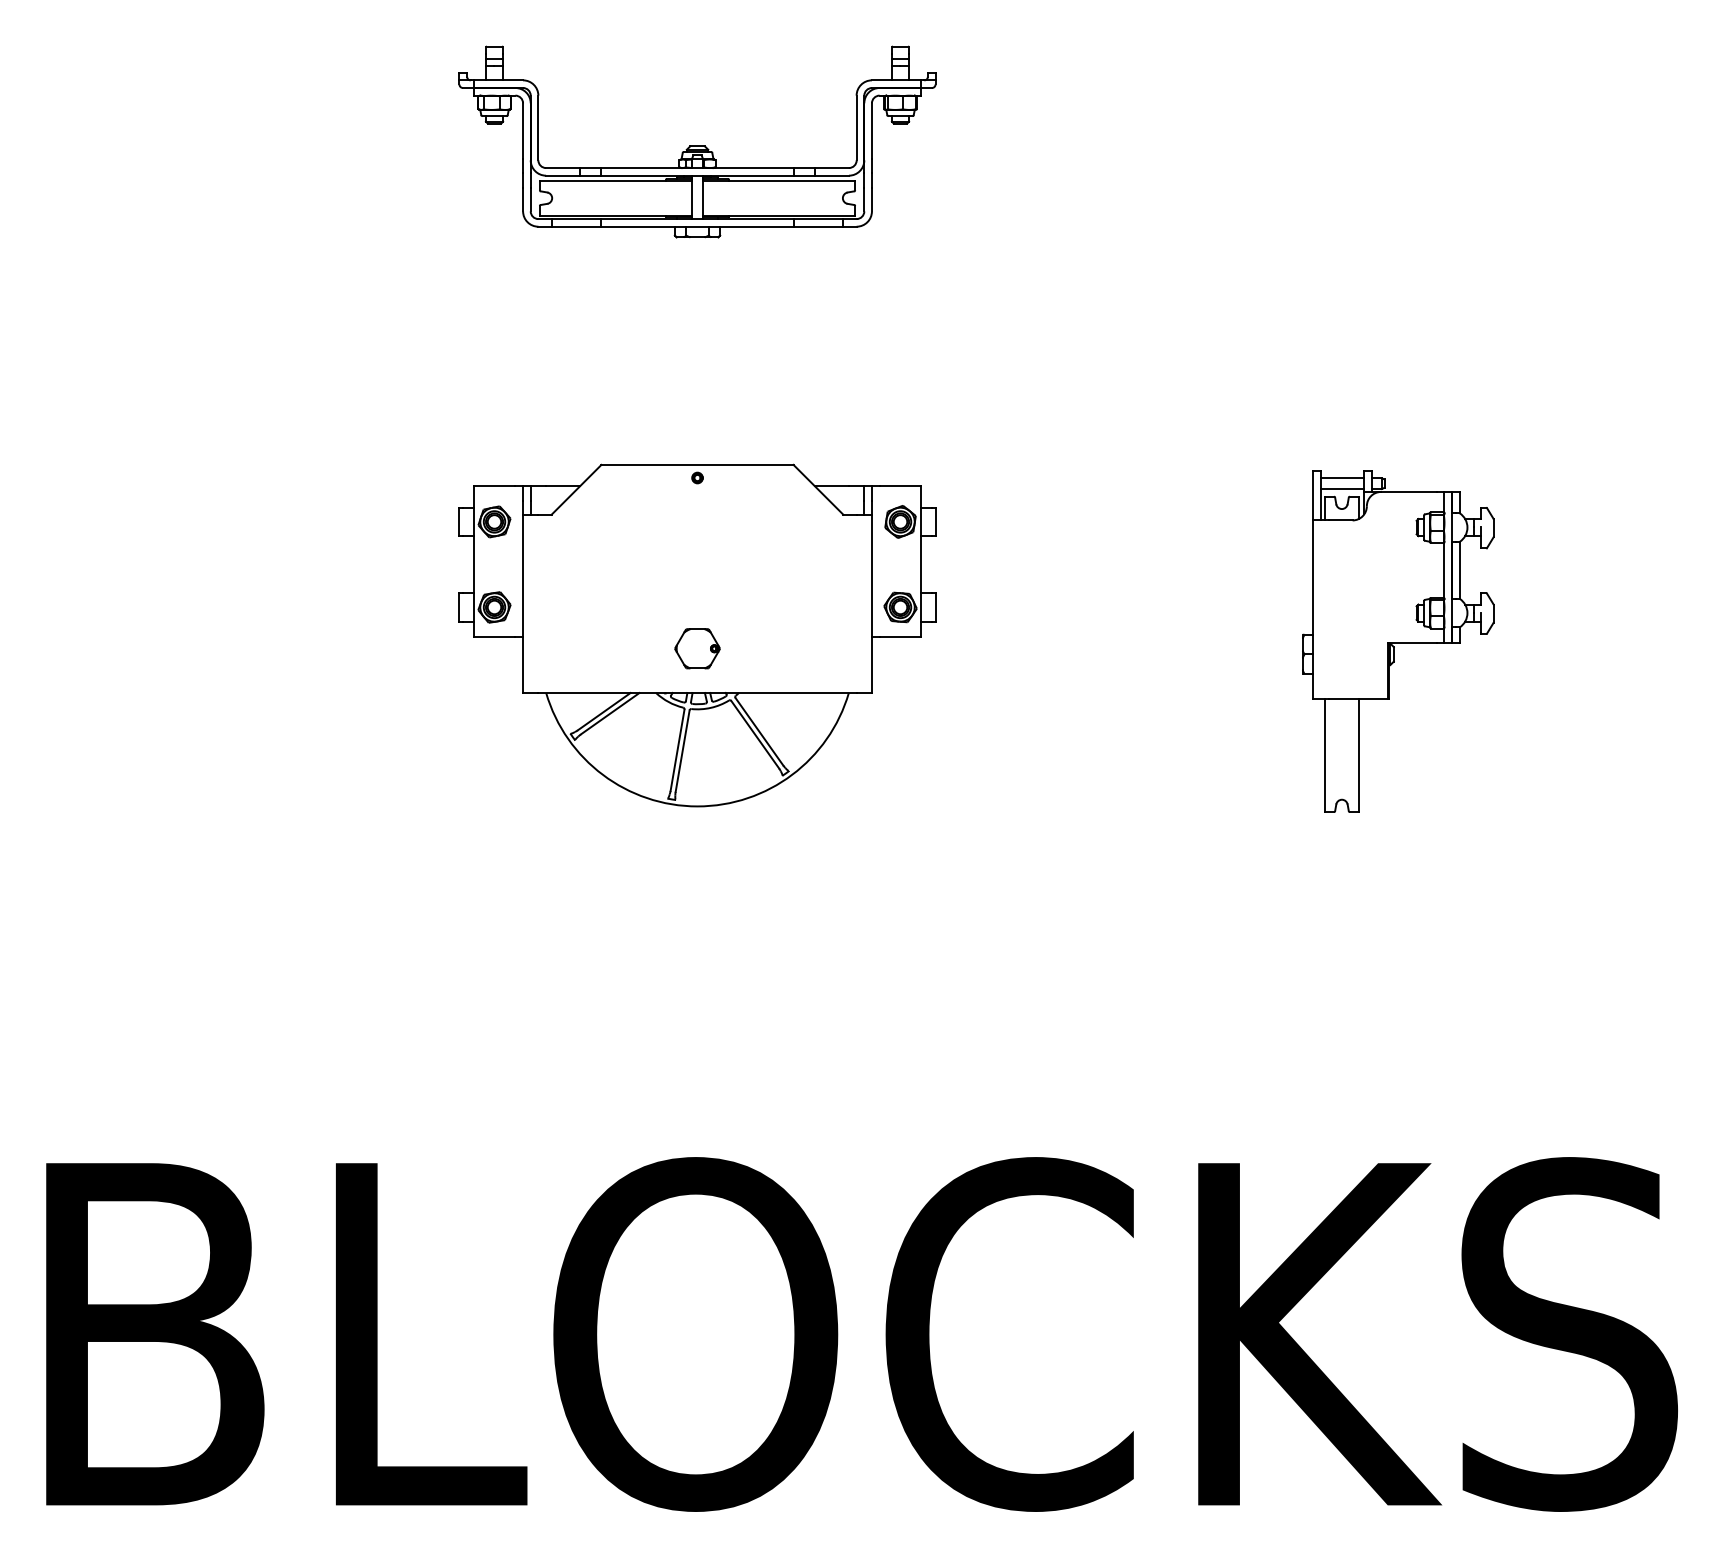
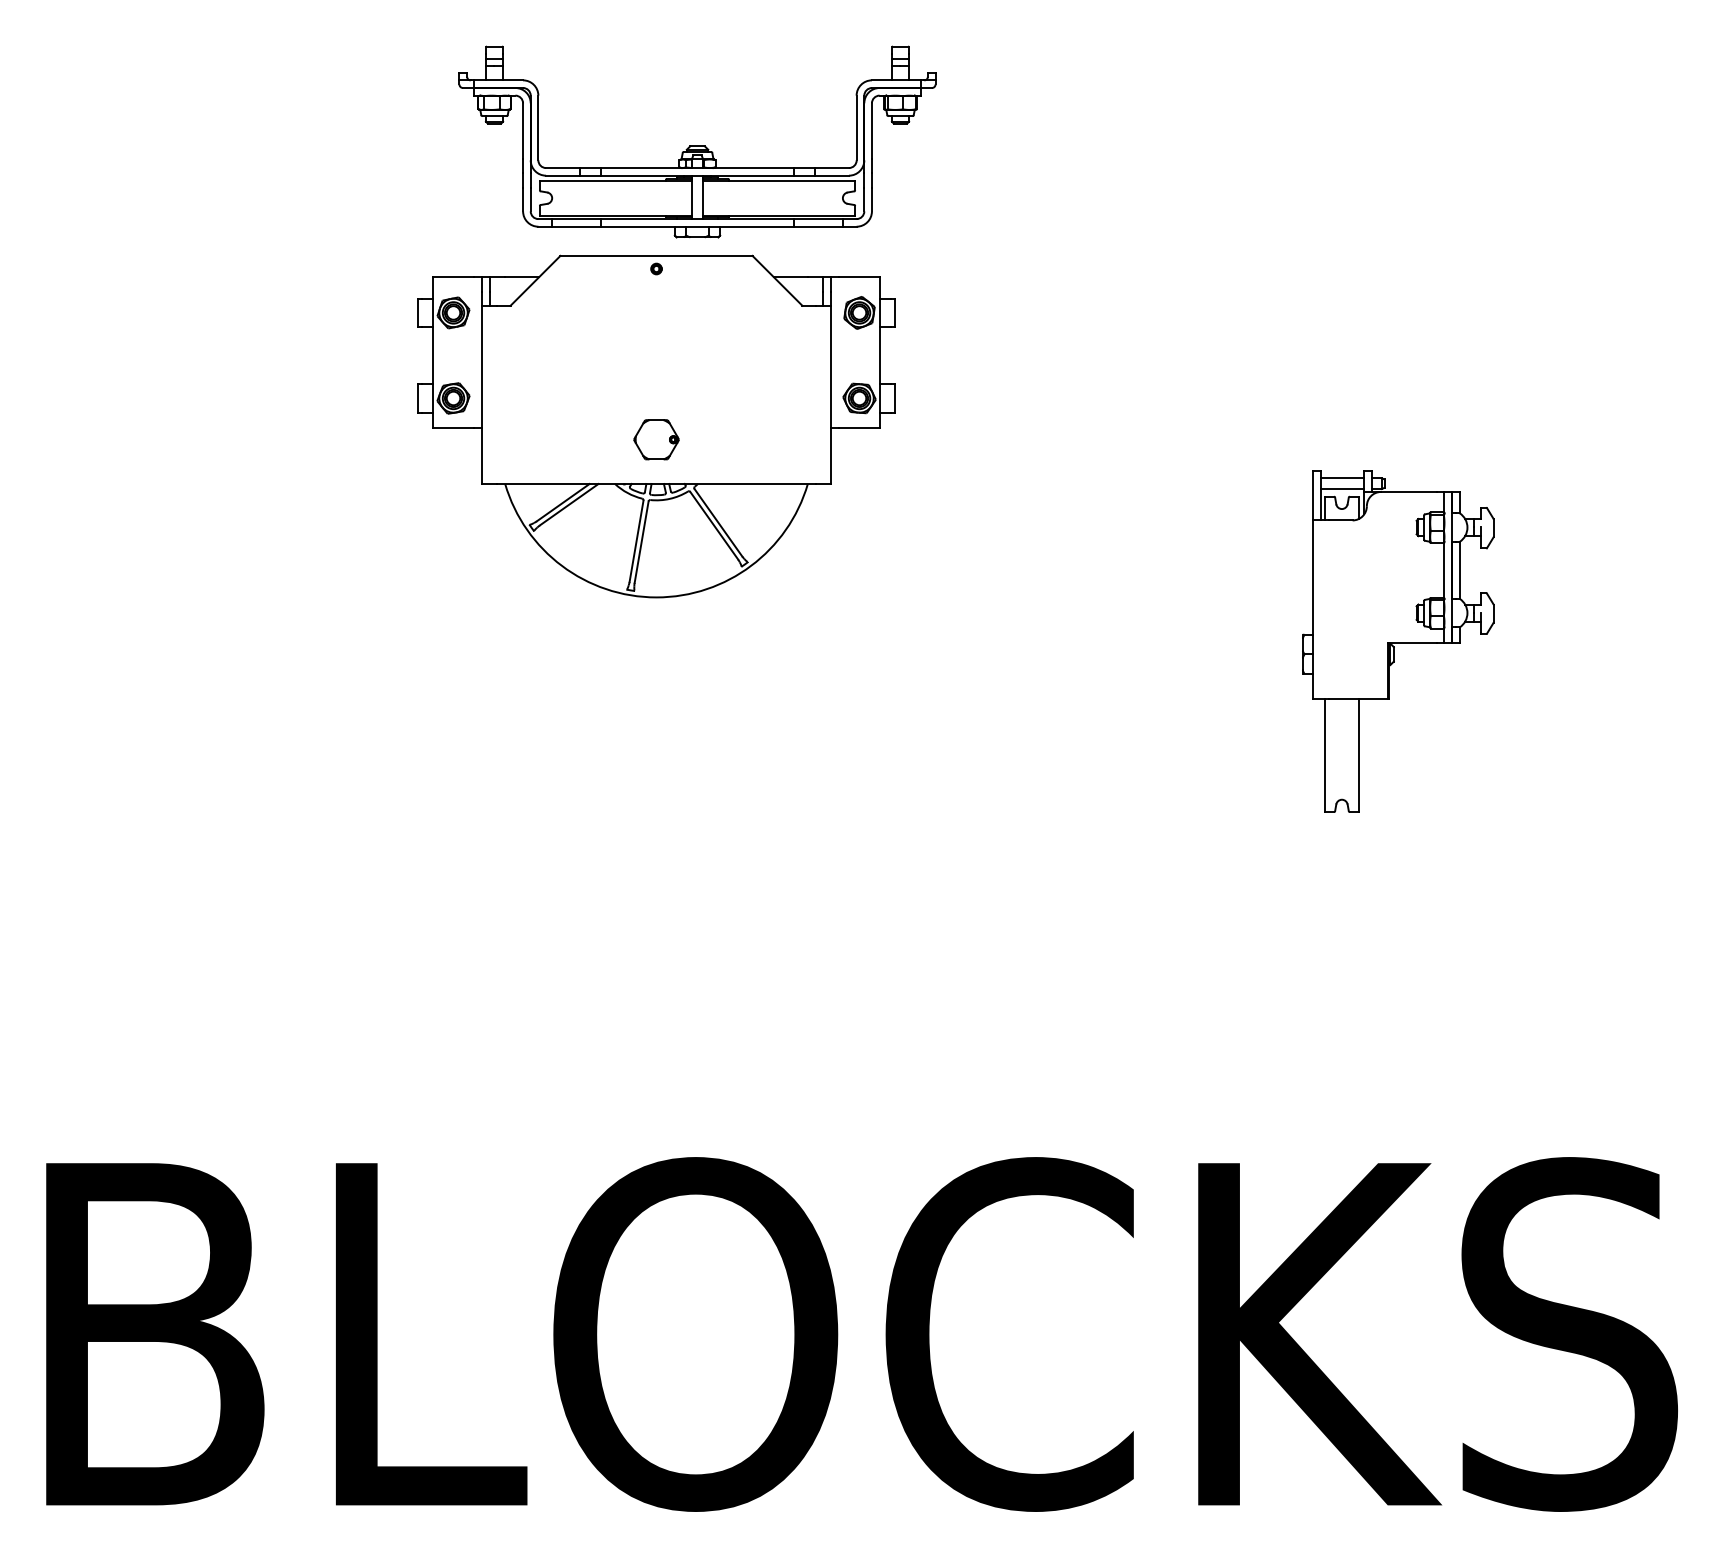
part at (697, 635) position: (697, 635) -> (656, 426)
